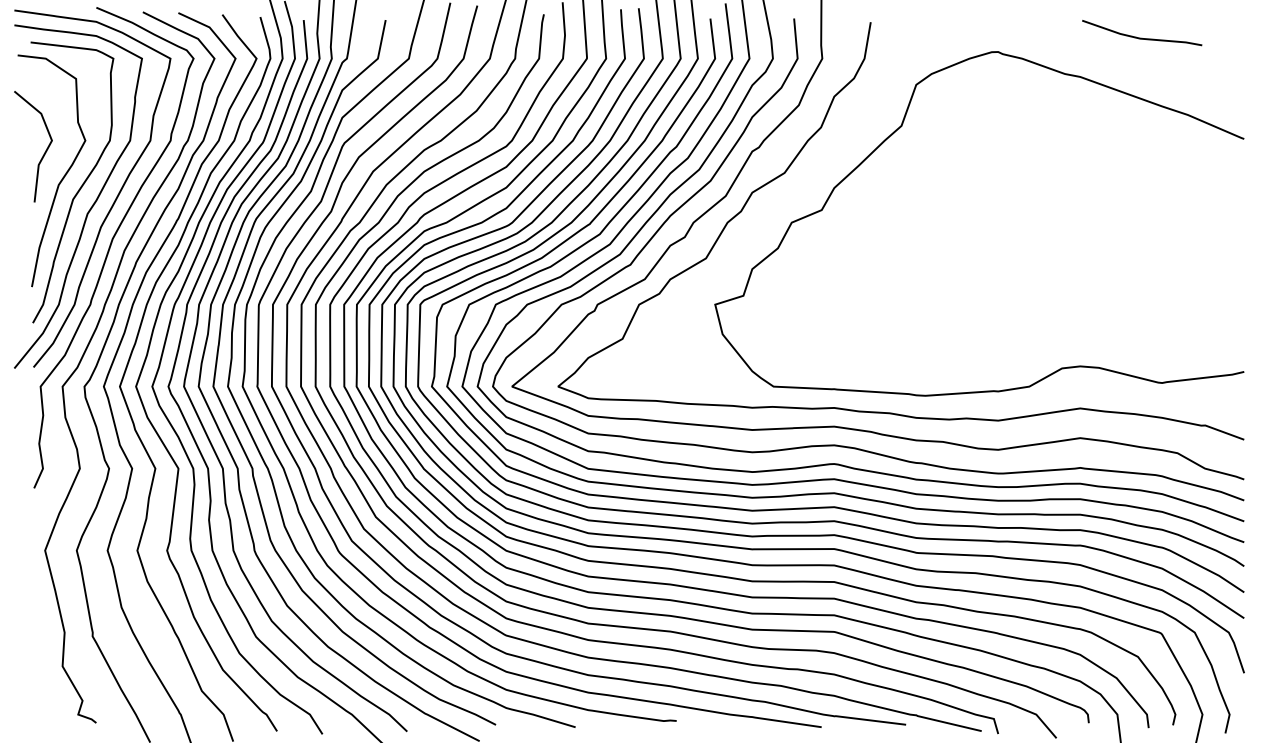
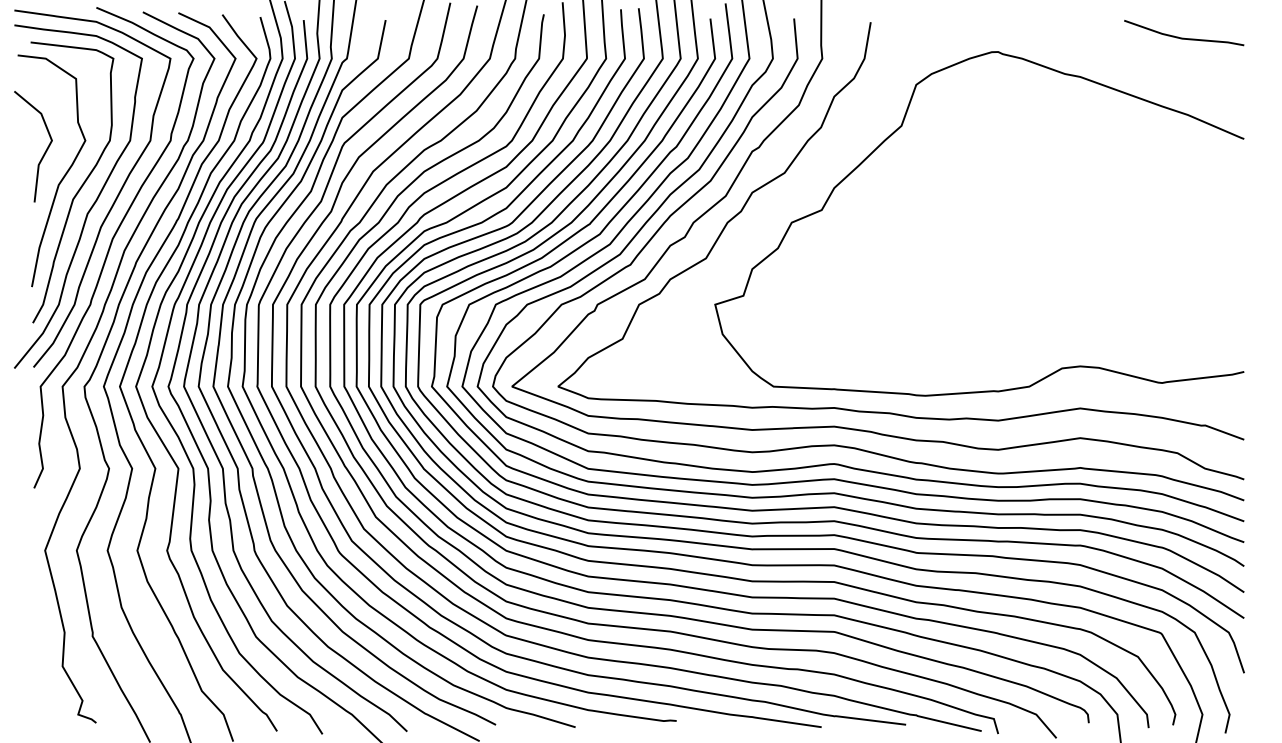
line at (1142, 37) position: (1142, 37) -> (1184, 37)
